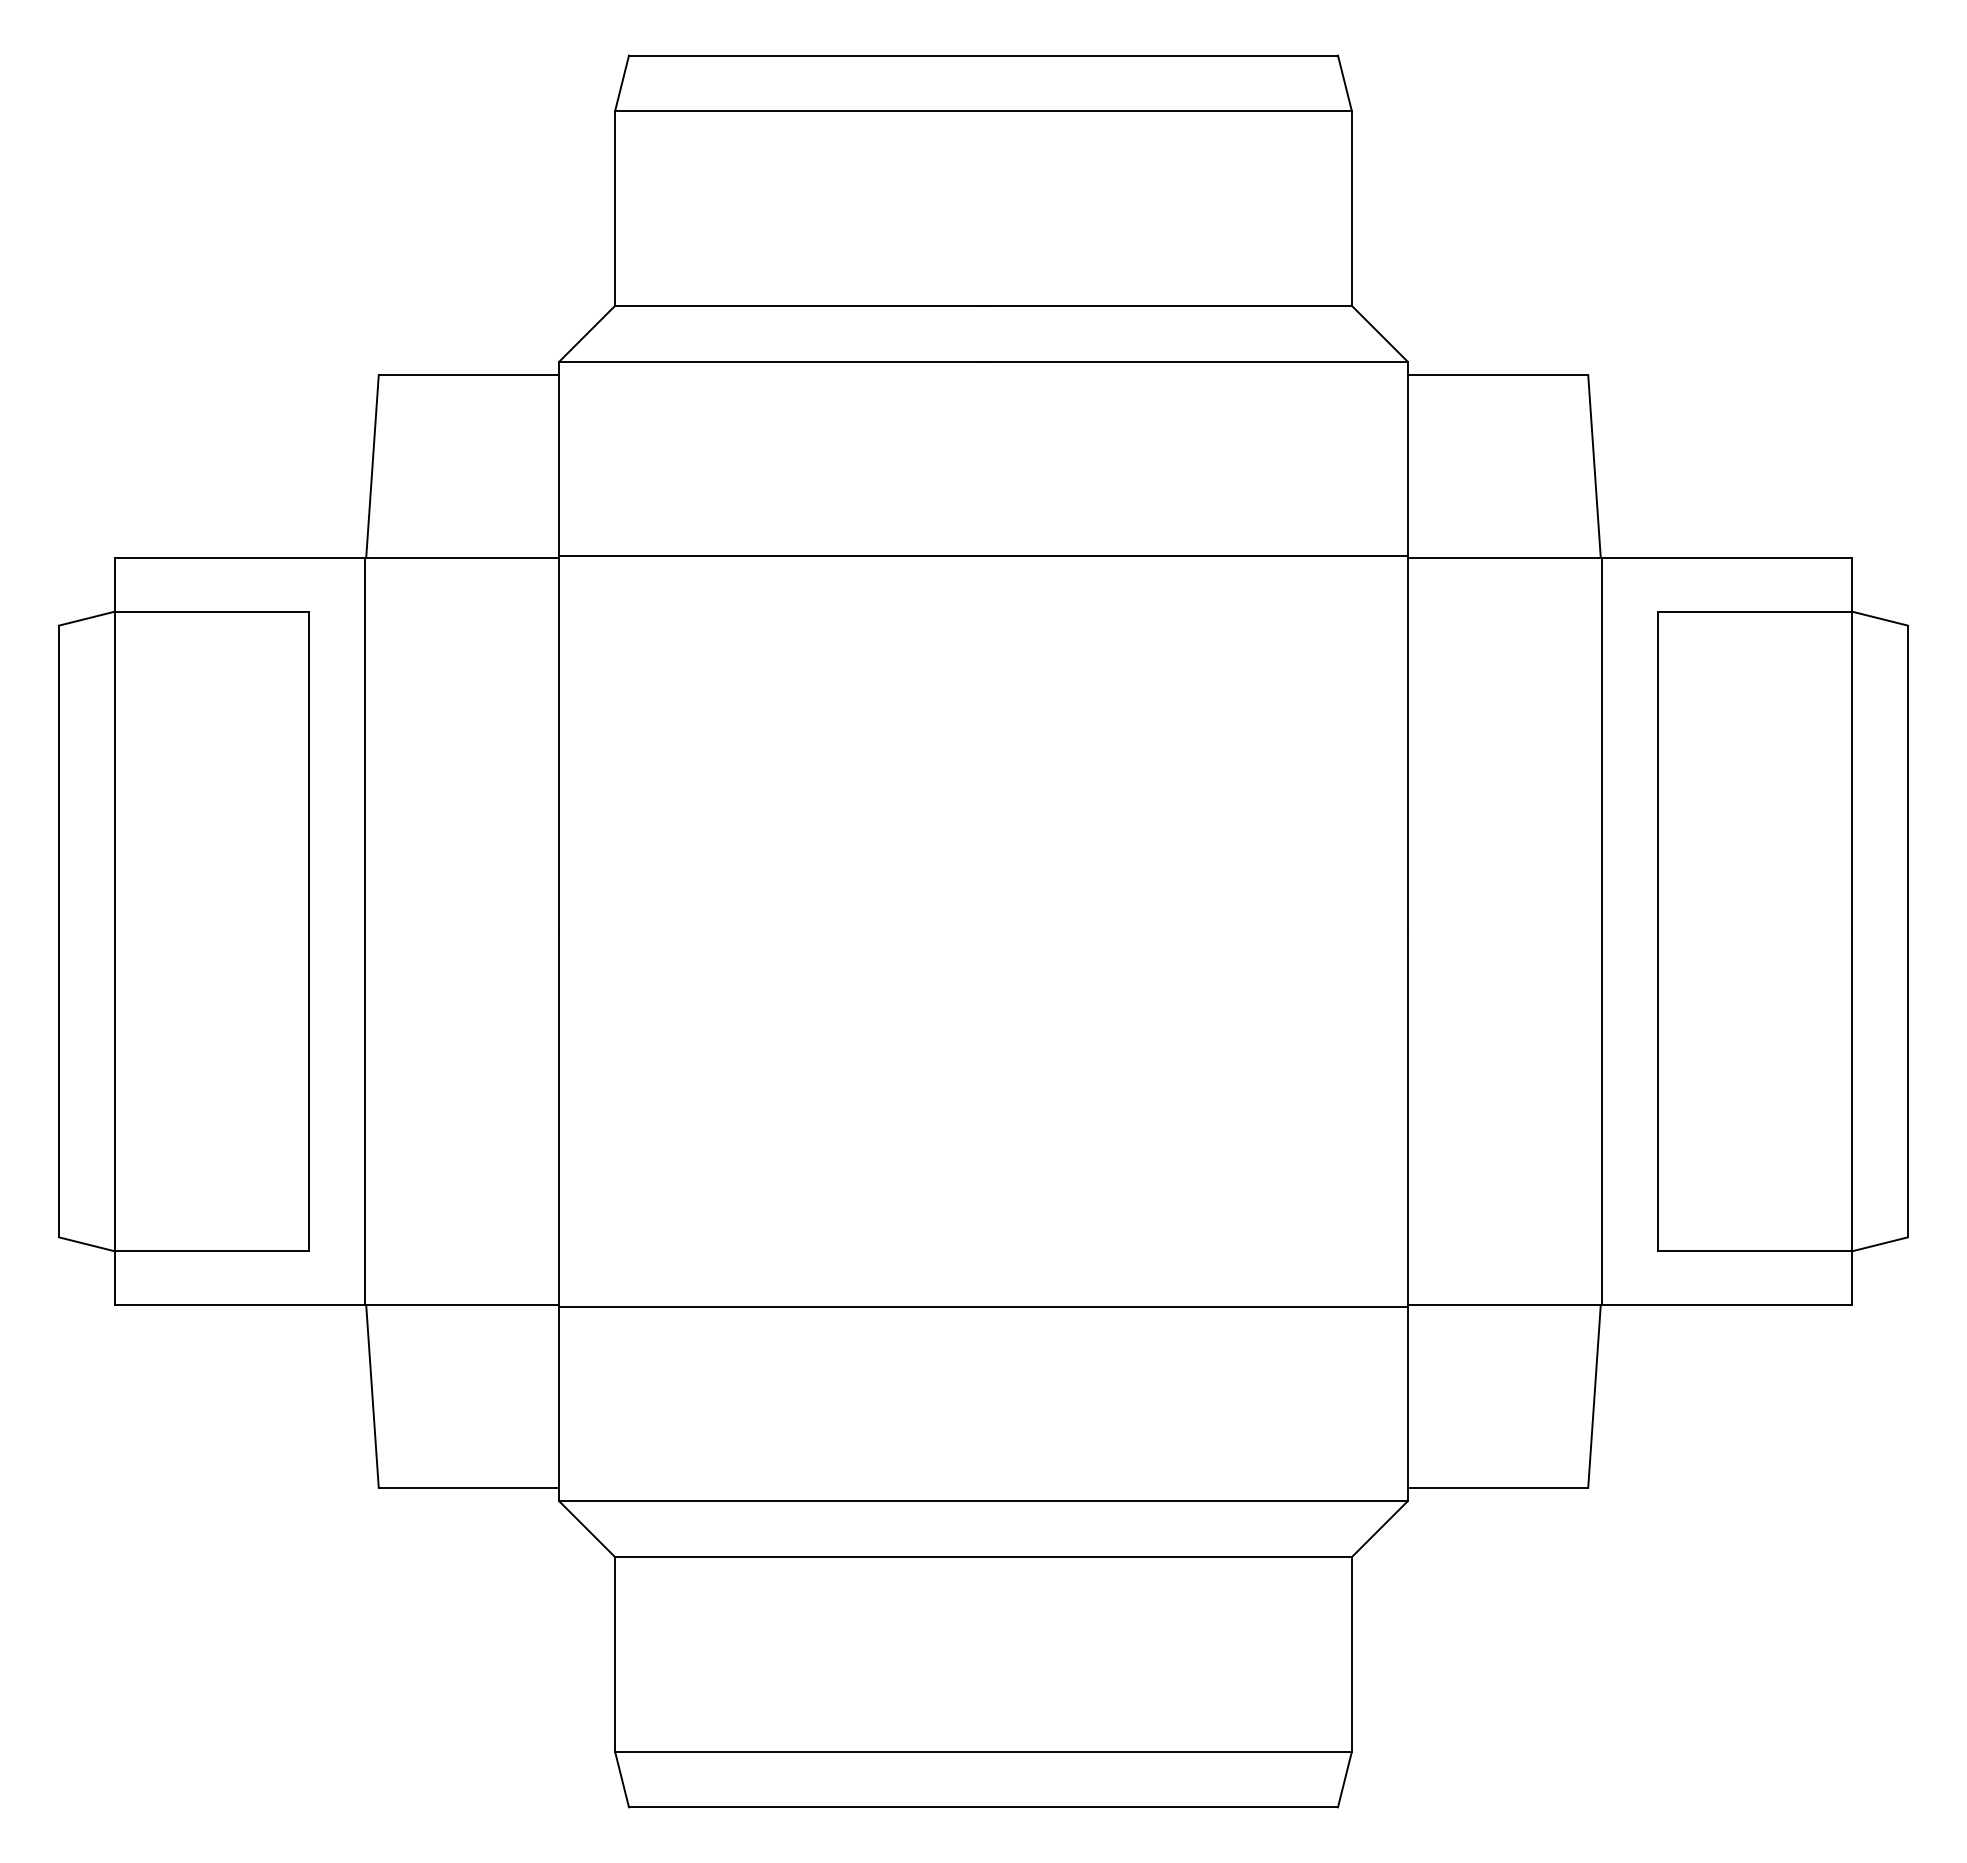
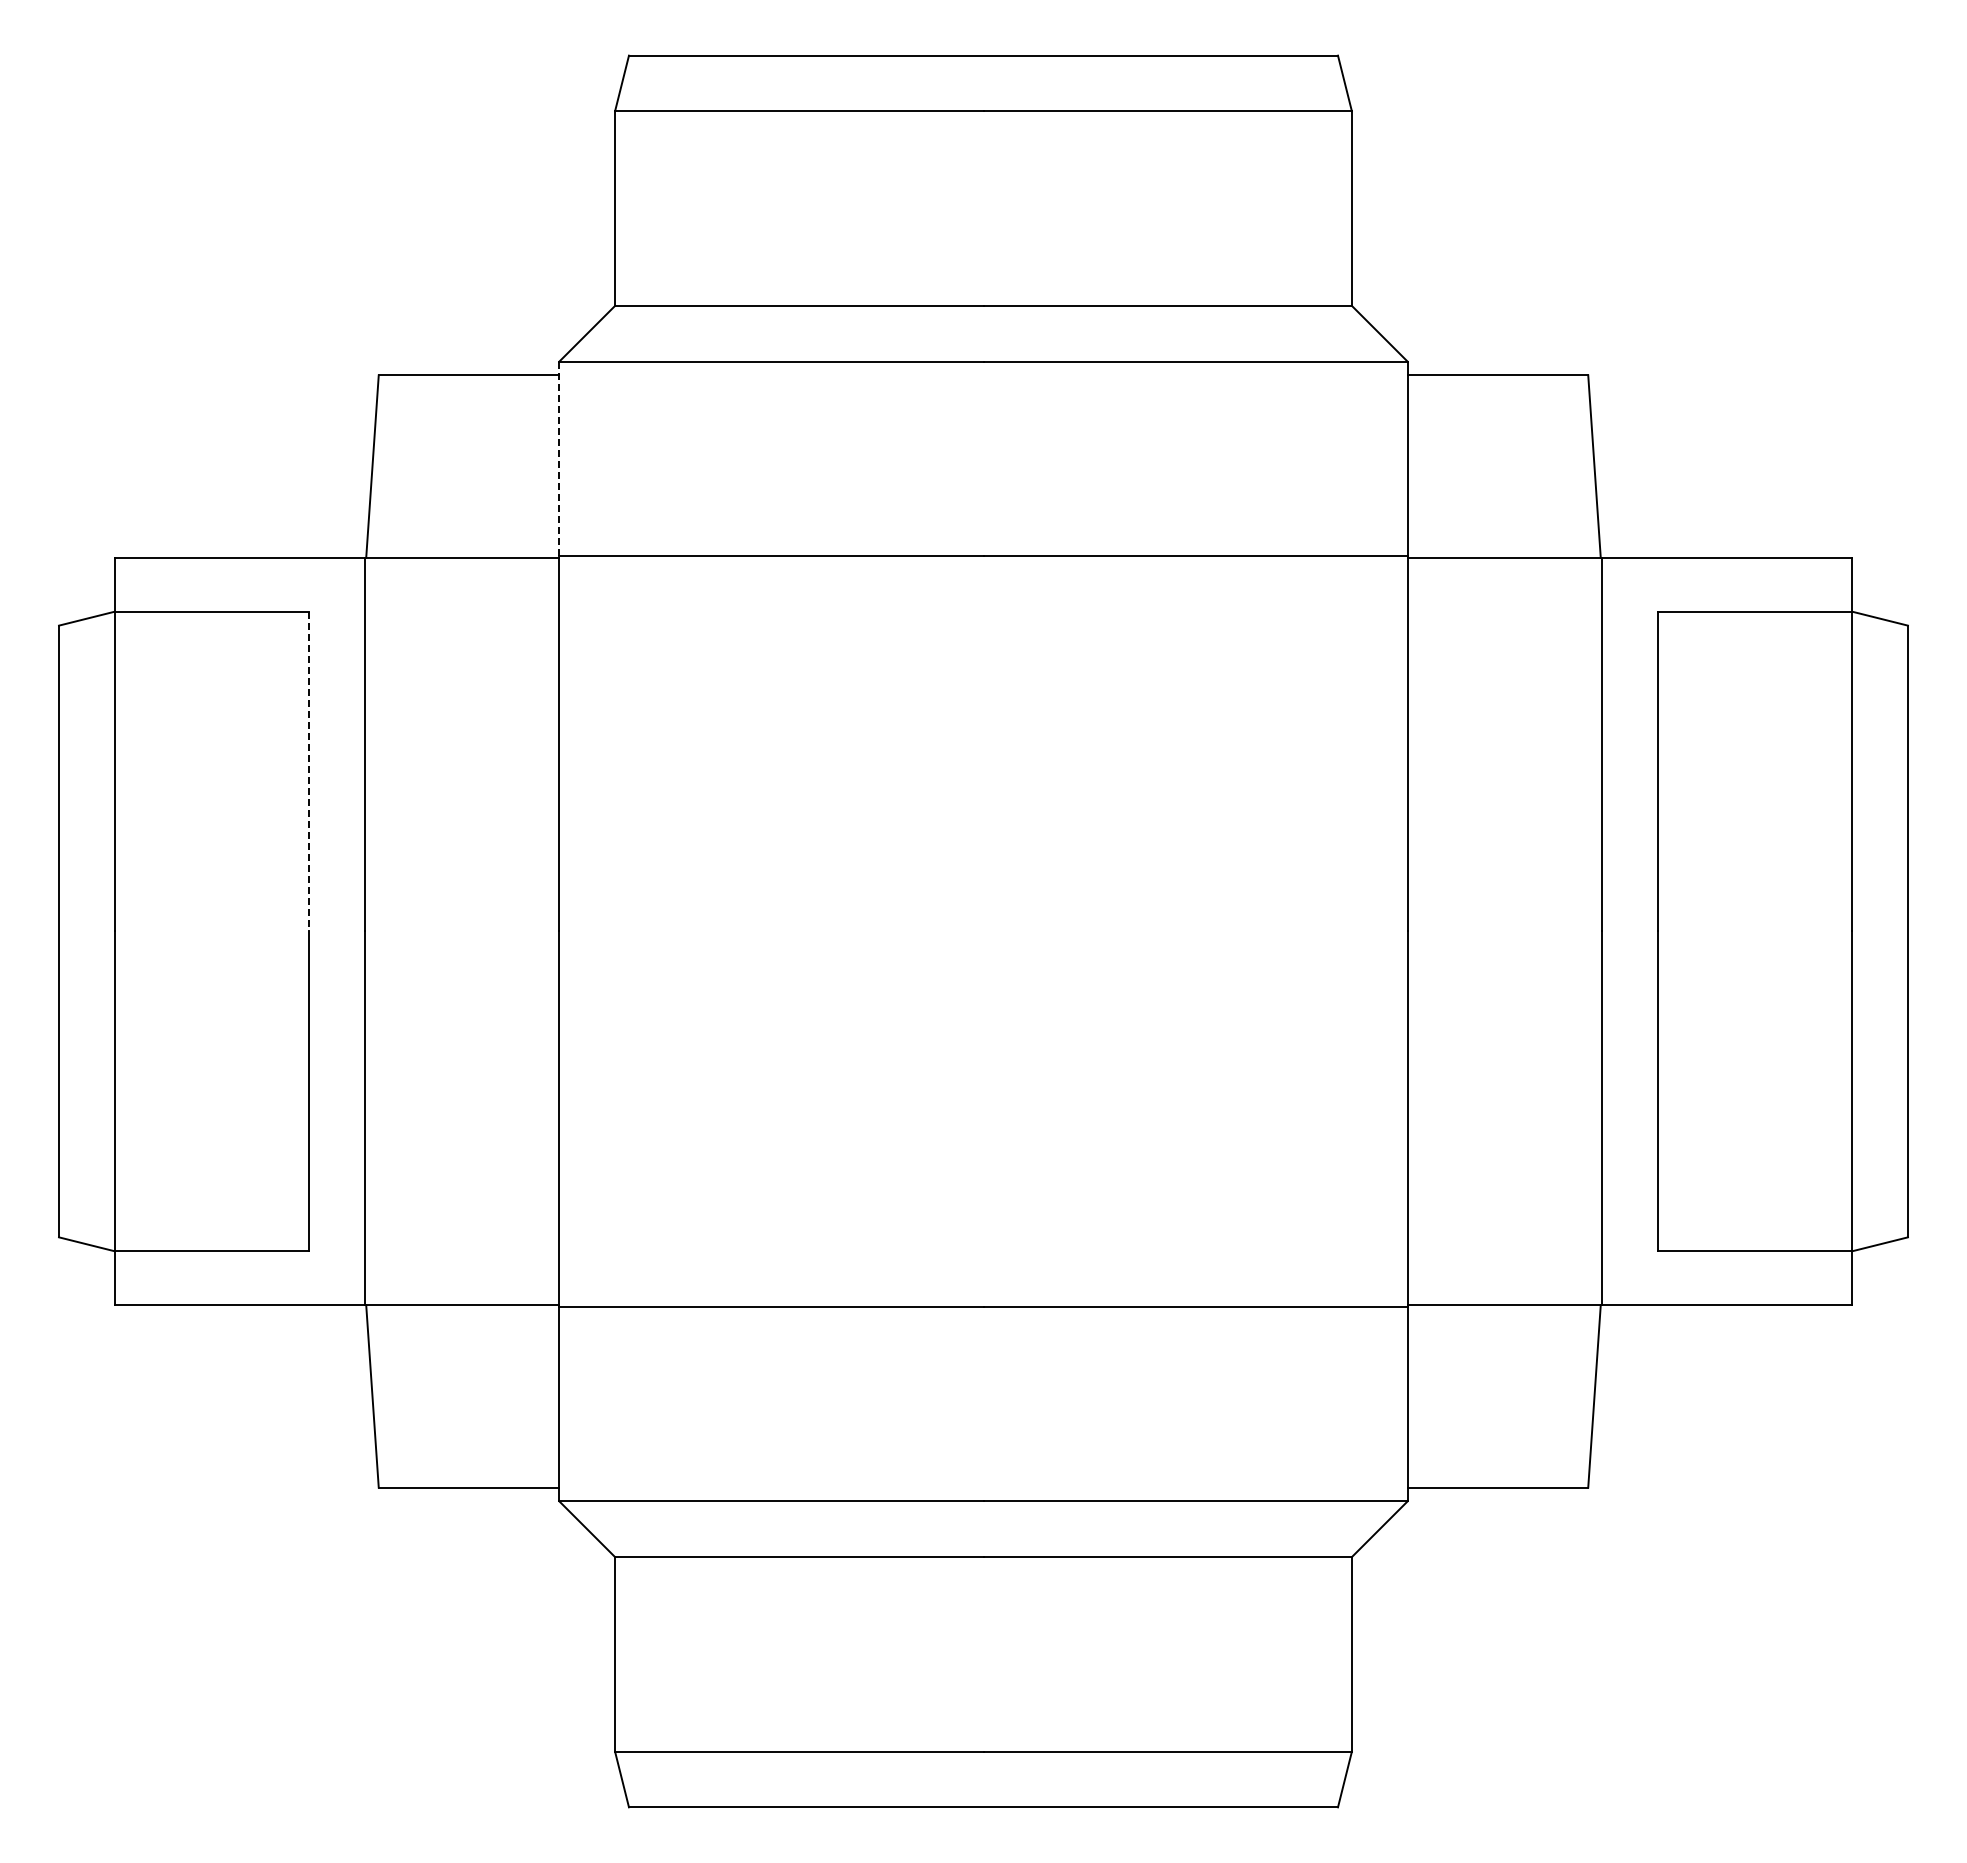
line at (559, 460): solid -> dashed
line at (309, 771): solid -> dashed
